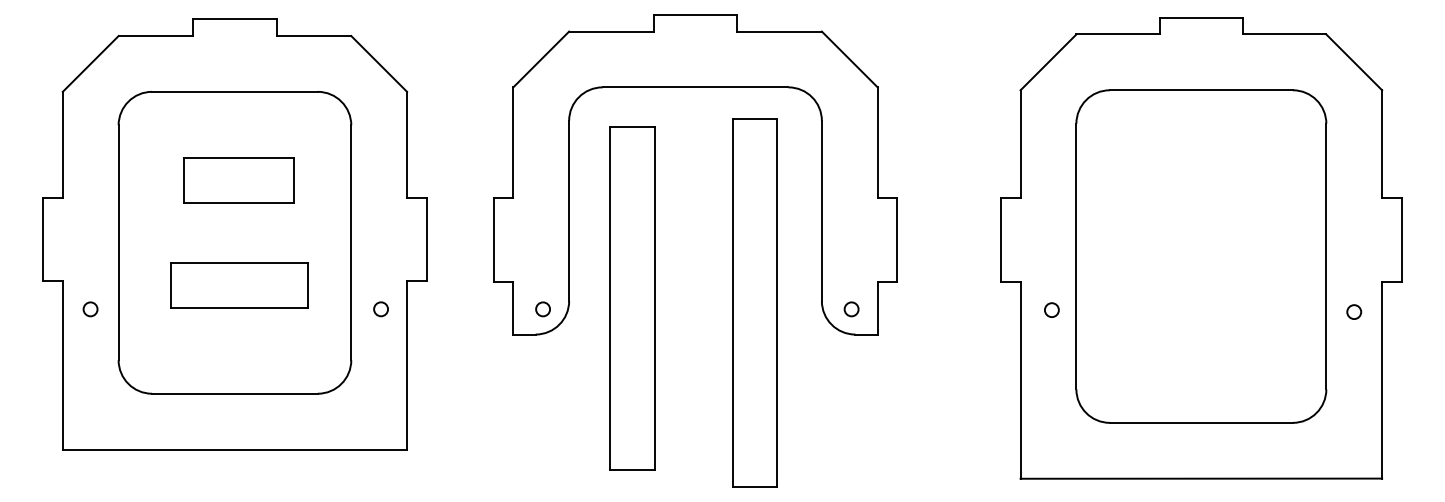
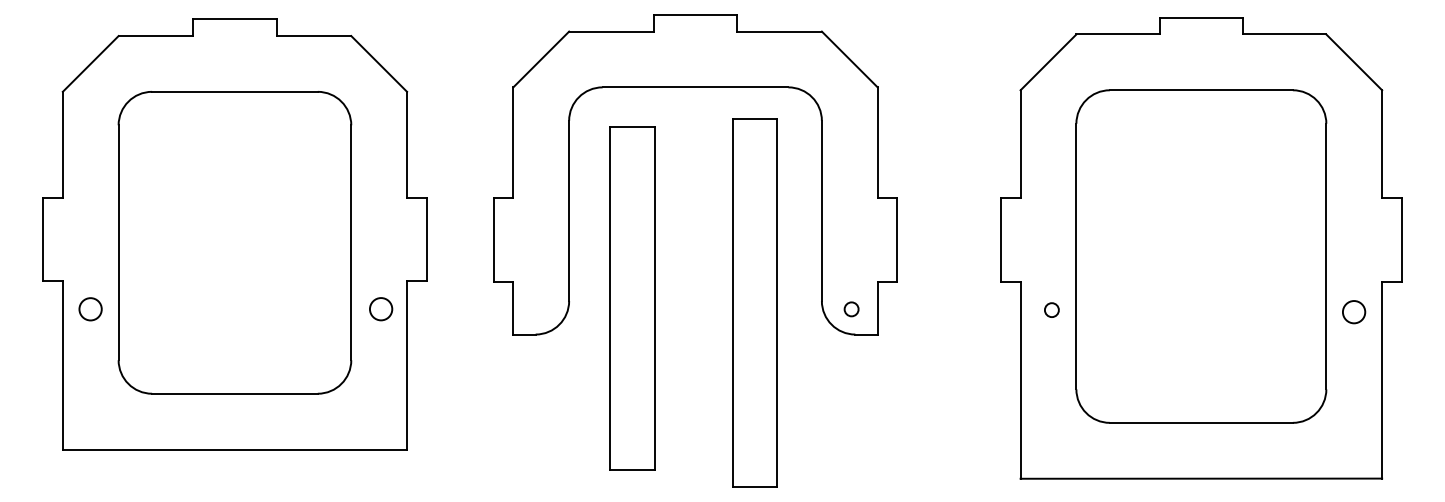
part at (238, 180): present -> none
part at (239, 285): present -> none
circle at (90, 309) size: 17x17 px -> 25x25 px
circle at (380, 309) size: 16x17 px -> 25x25 px
circle at (542, 309): present -> none
circle at (1354, 311) size: 17x16 px -> 25x25 px
